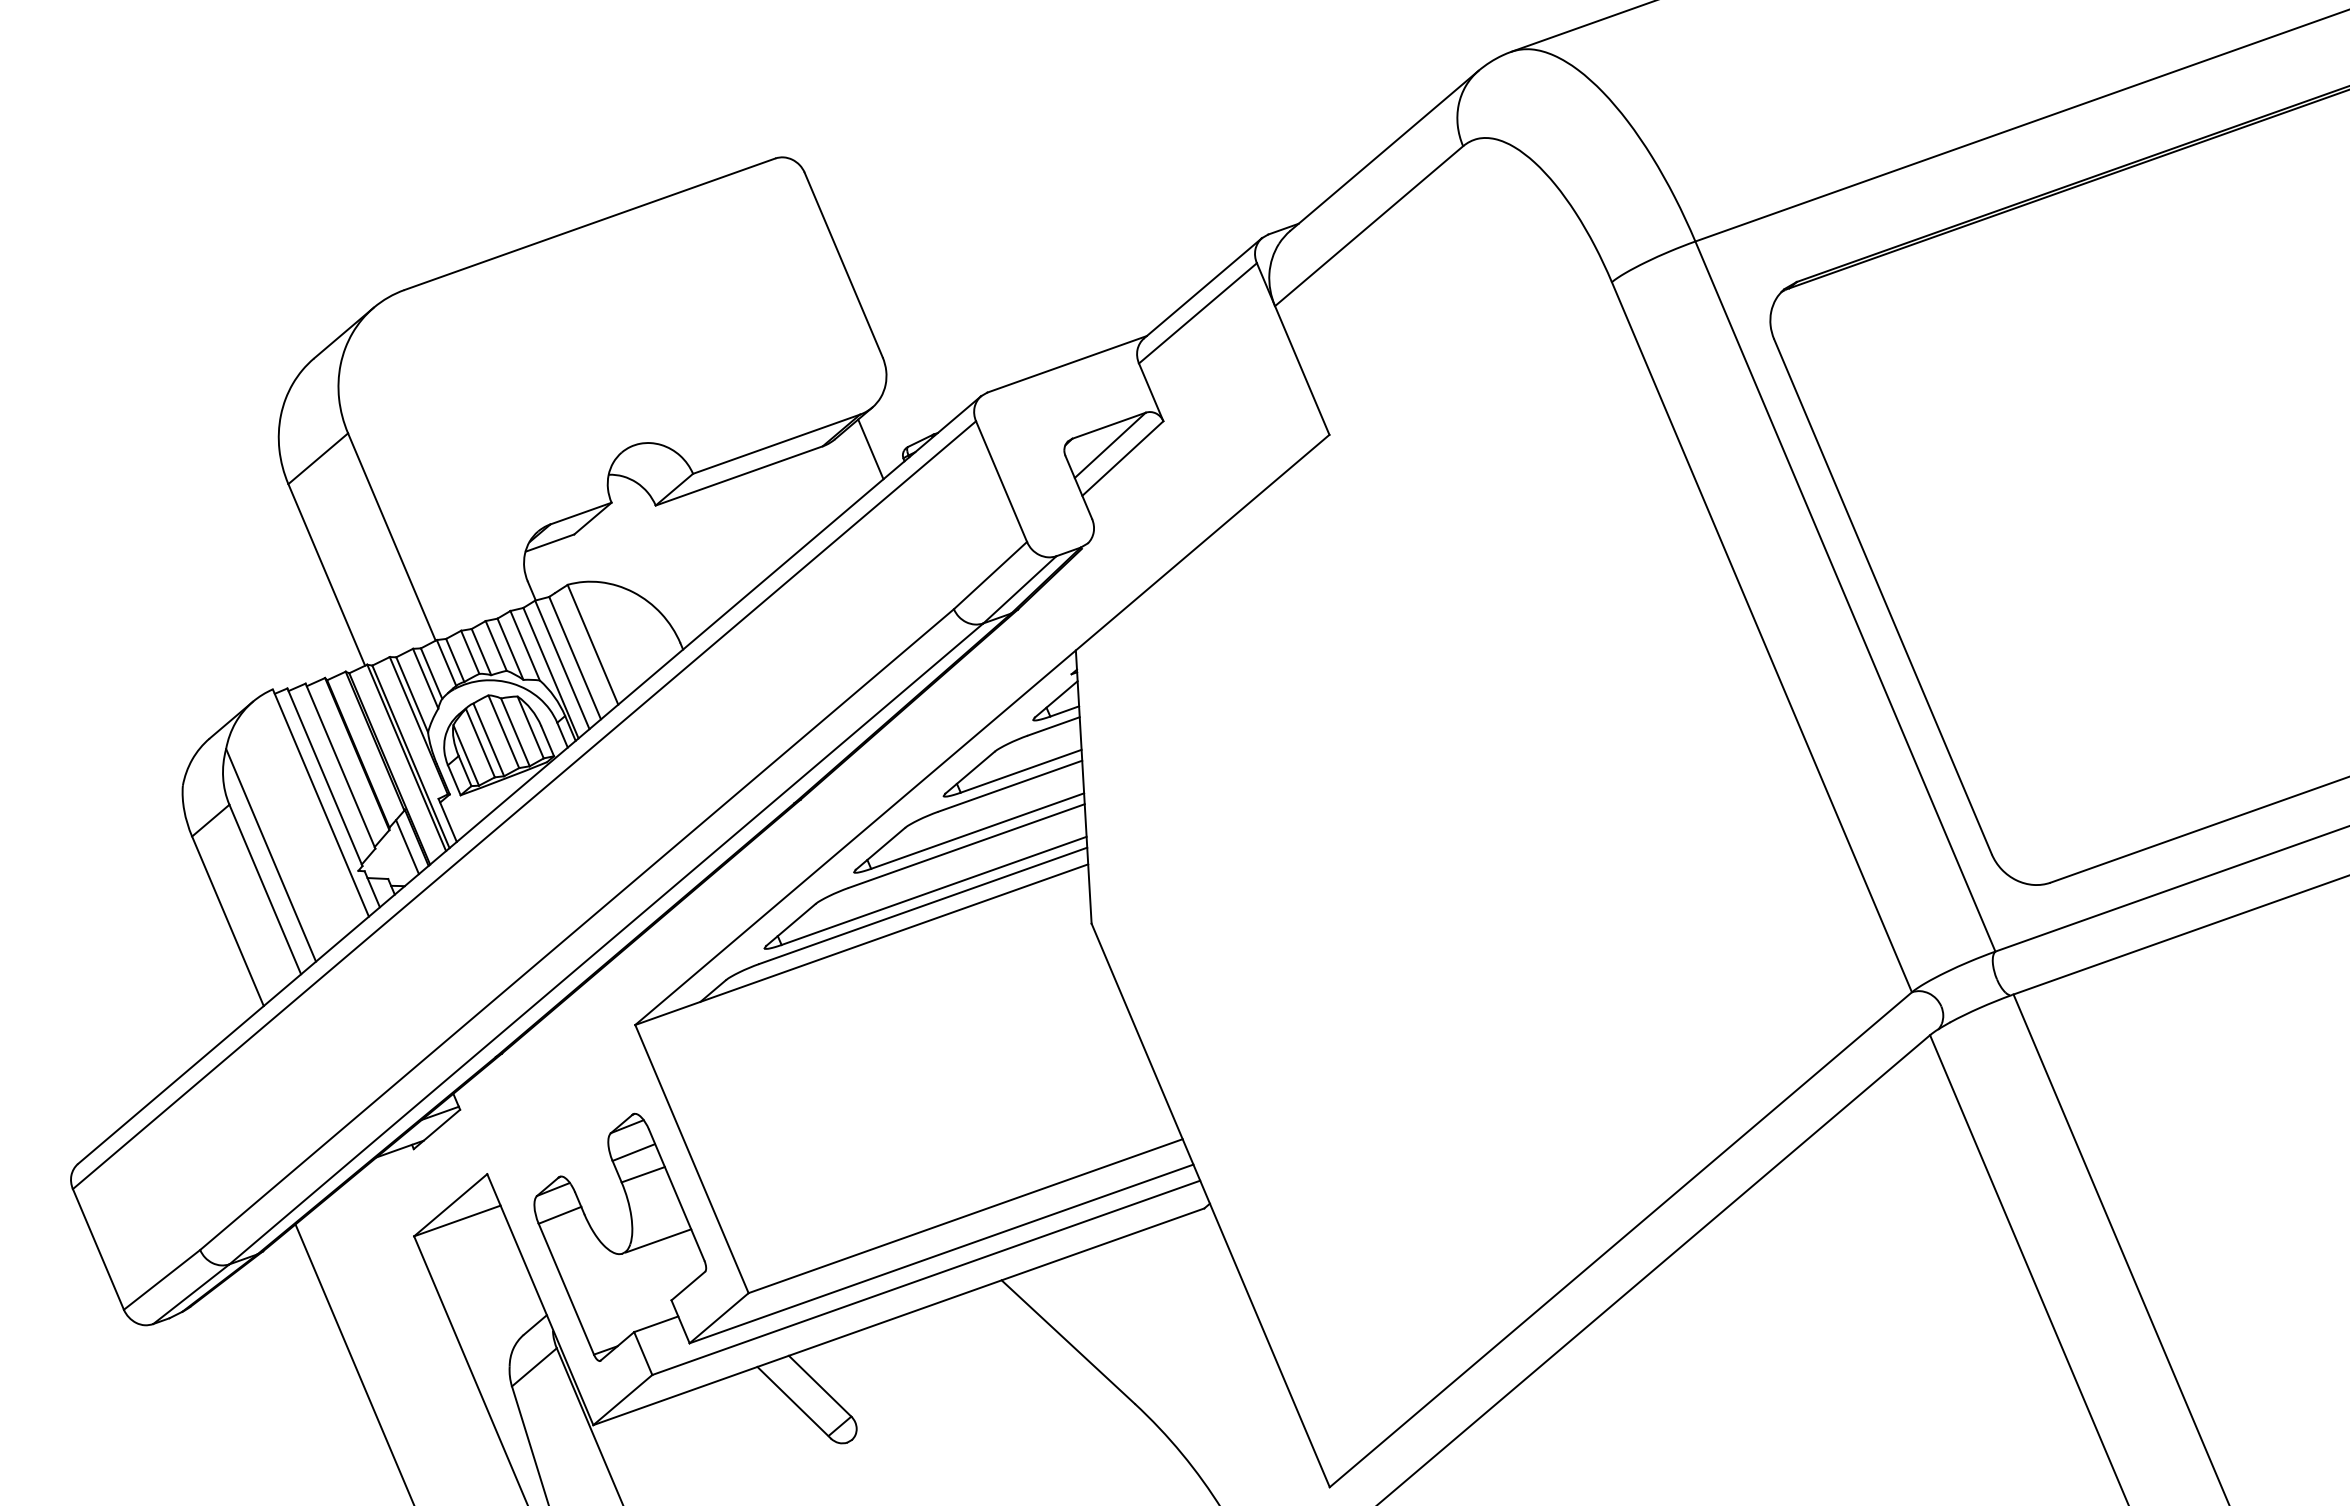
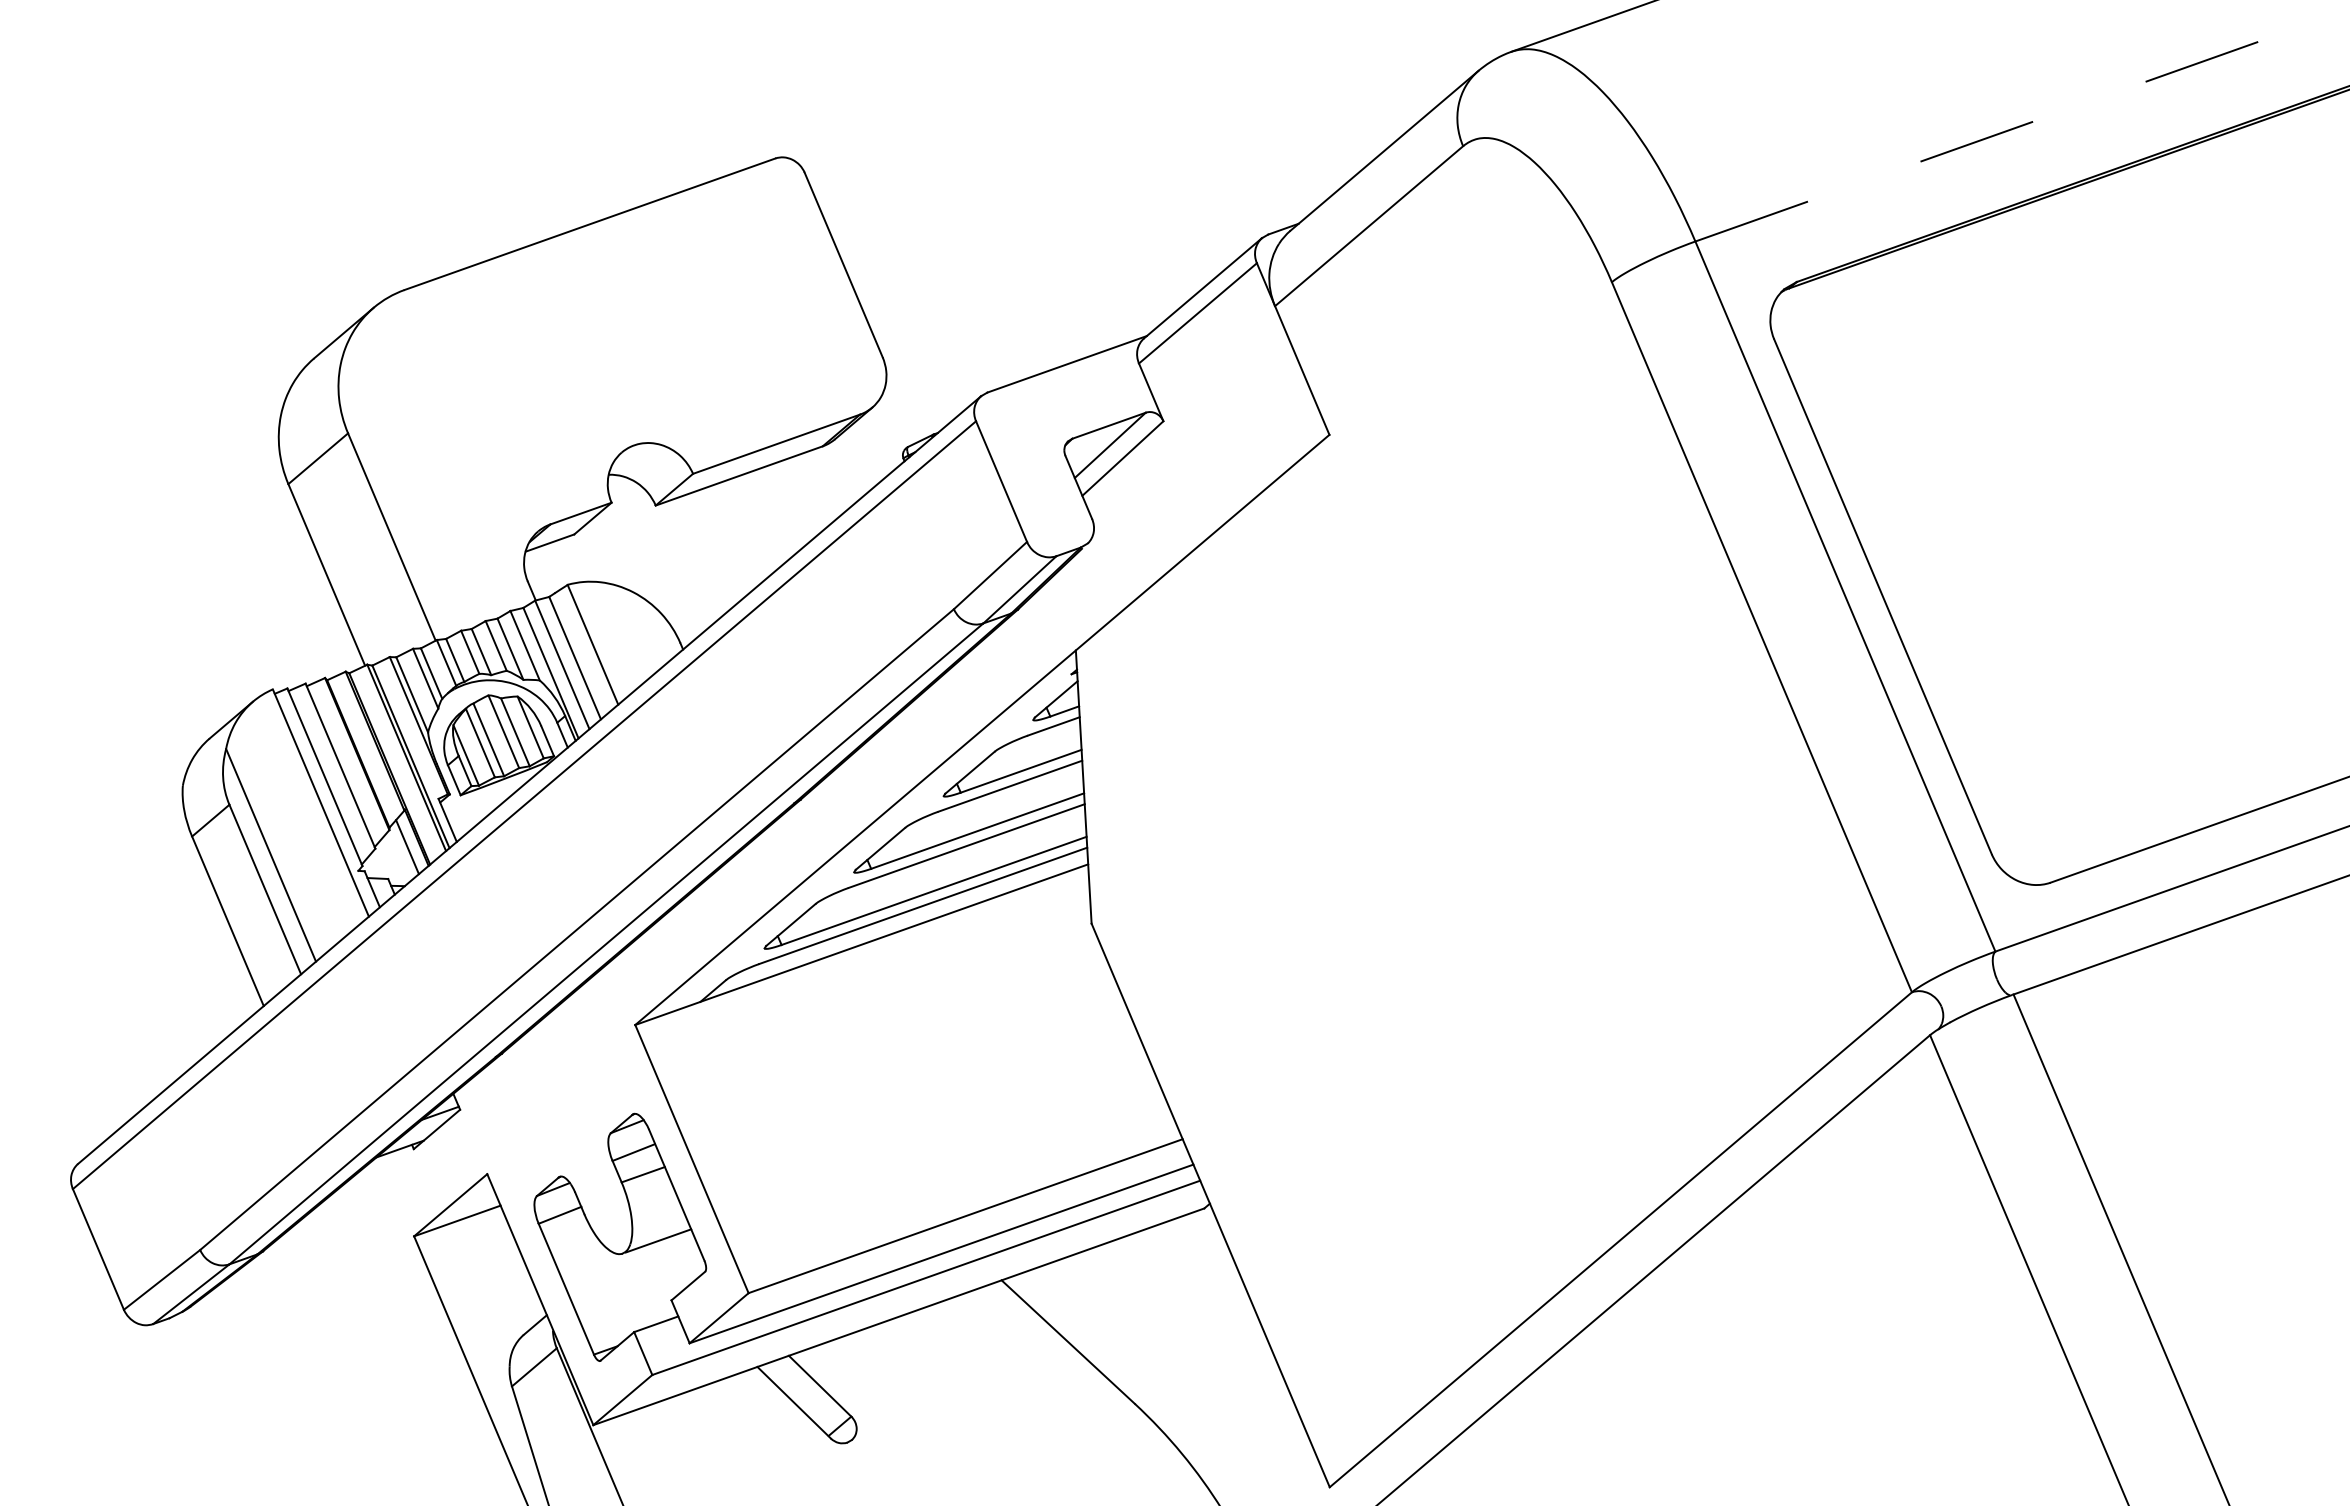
line at (2022, 125): solid -> dashed
line at (870, 449): present -> none
line at (354, 1363): present -> none
